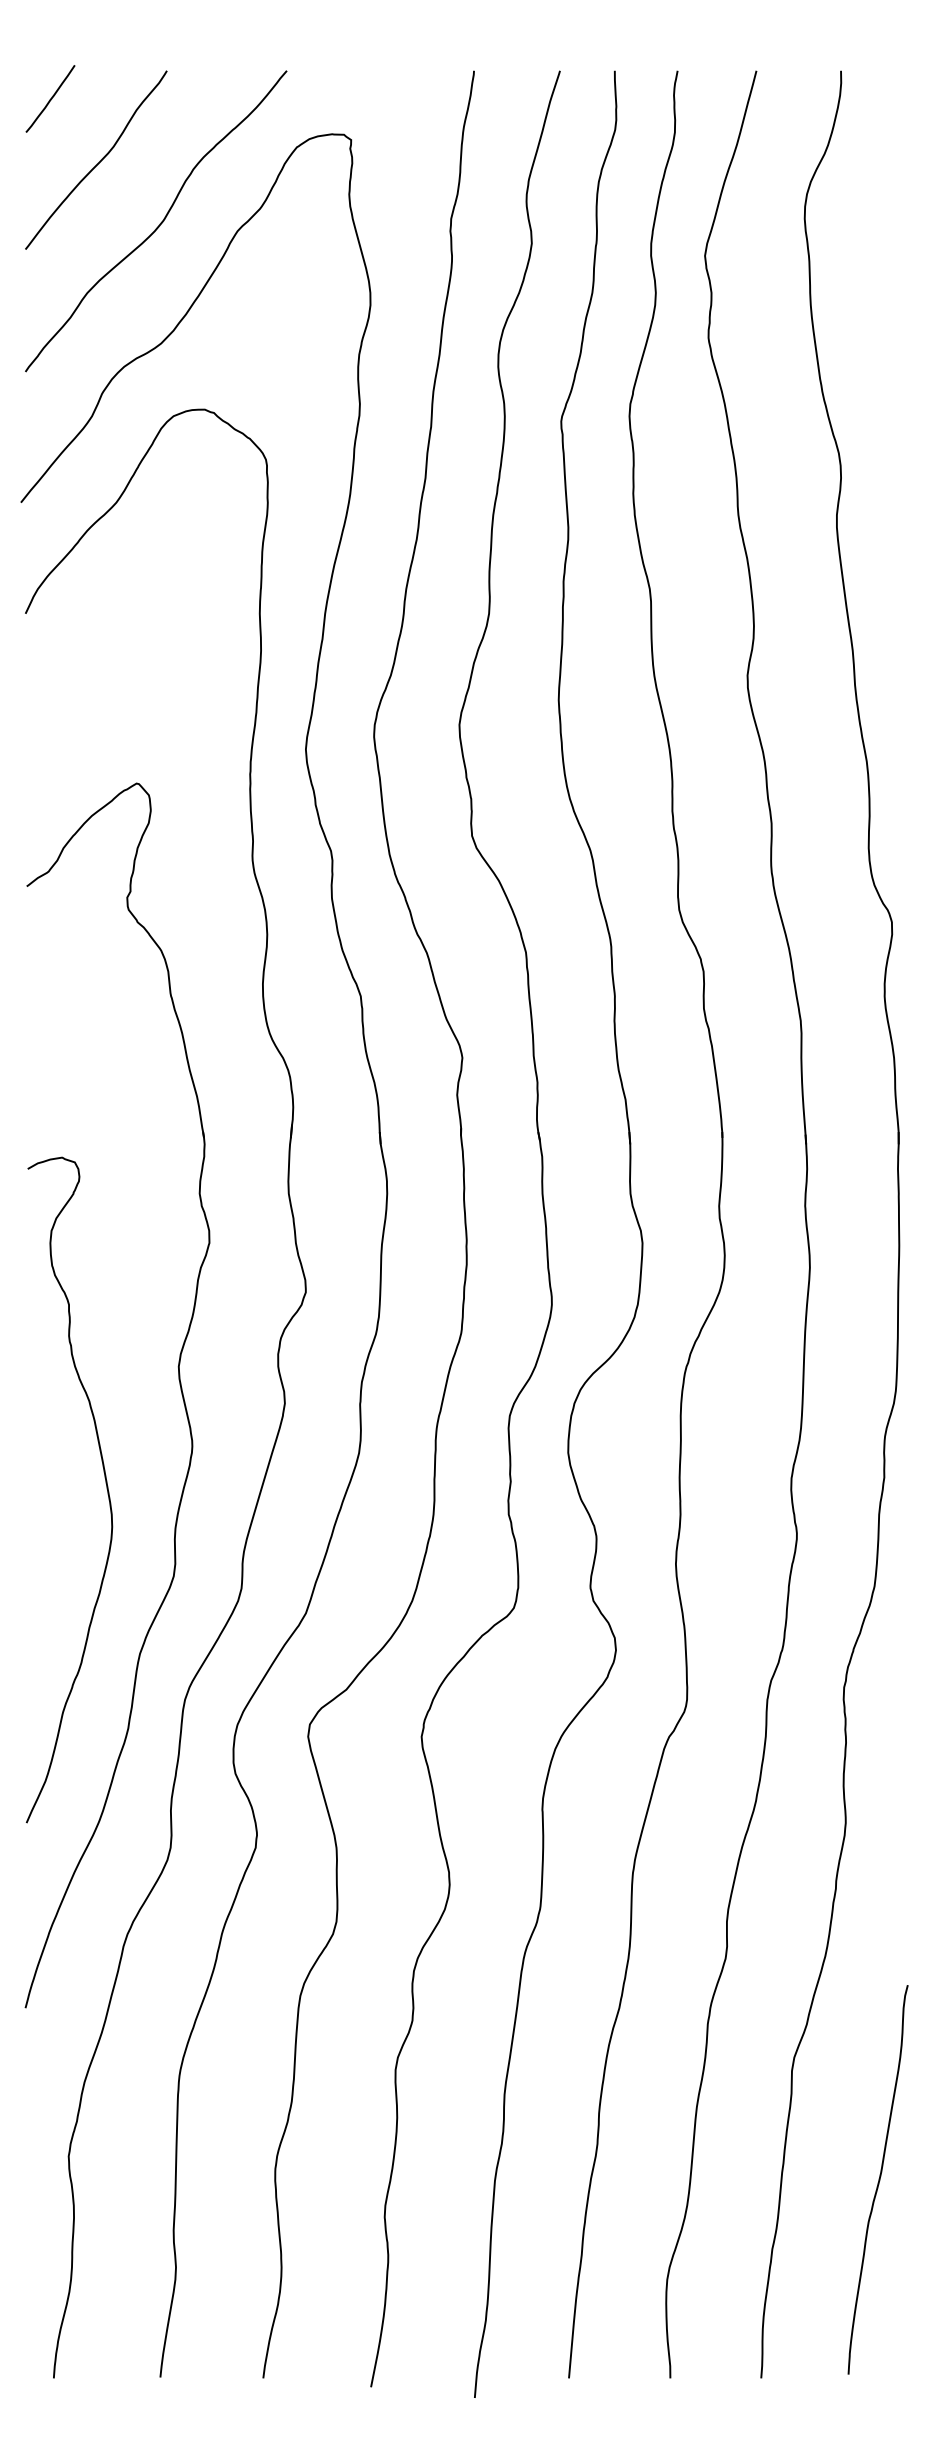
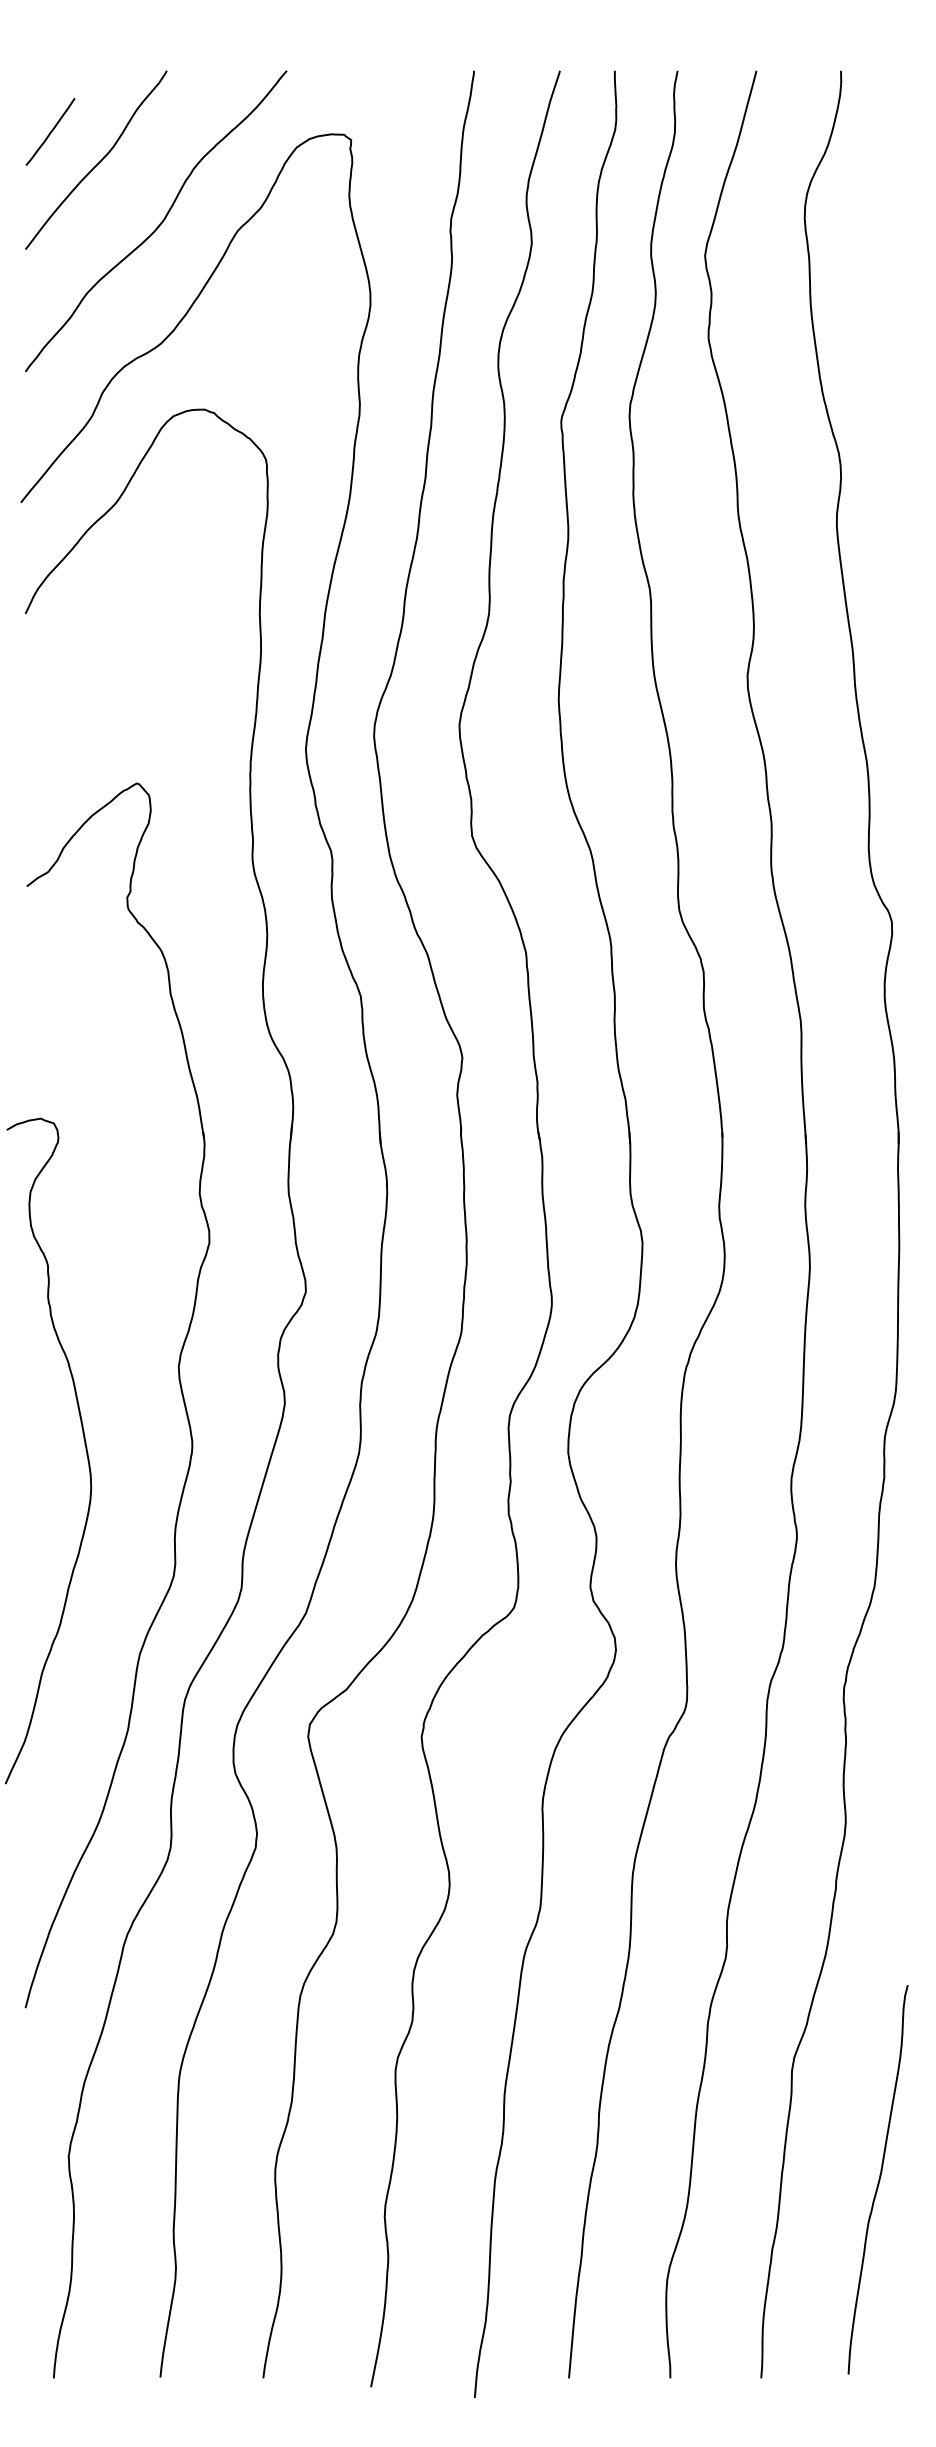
line at (50, 98) position: (50, 98) -> (50, 131)
curve at (105, 1483) position: (105, 1483) -> (84, 1444)
